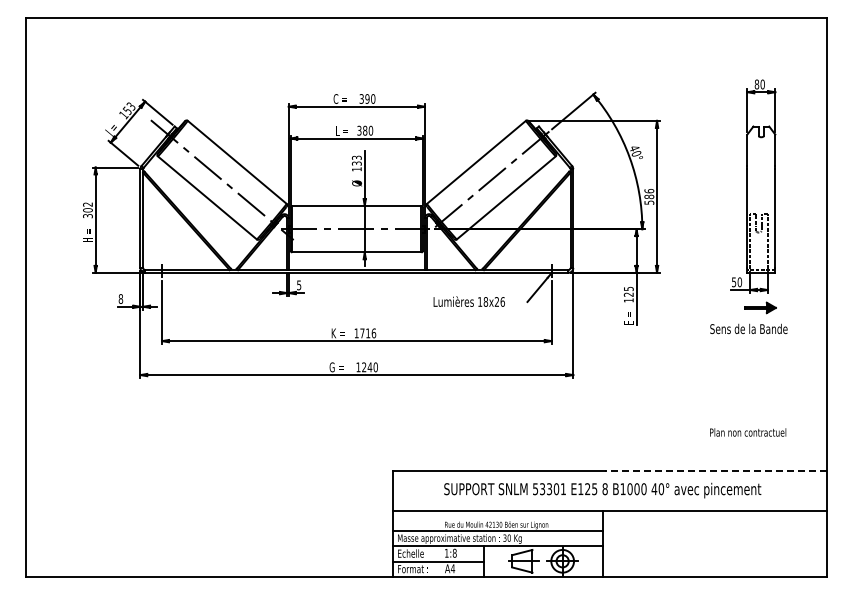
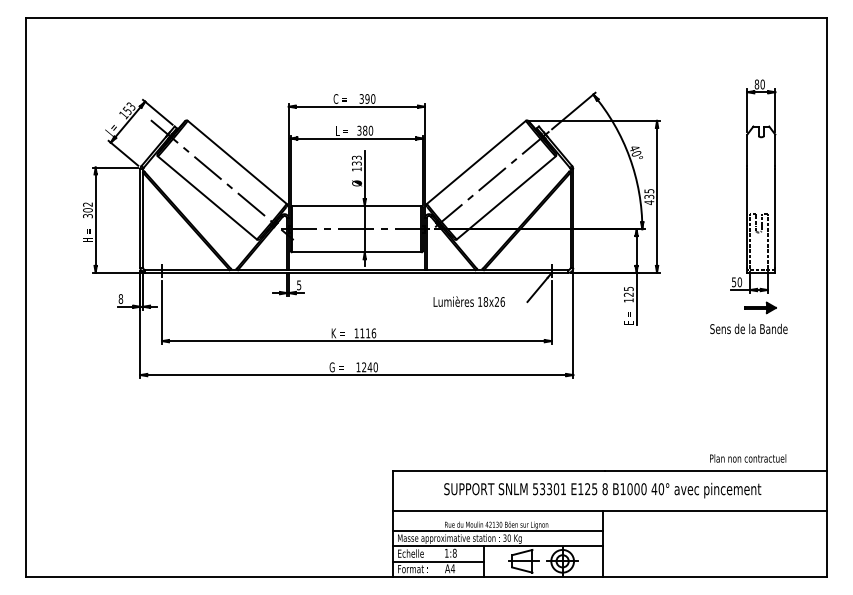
text at (649, 197): 586 -> 435
text at (362, 333): 1716 -> 1116
text at (748, 432) position: (748, 432) -> (748, 458)
line at (715, 470): dashed -> solid
